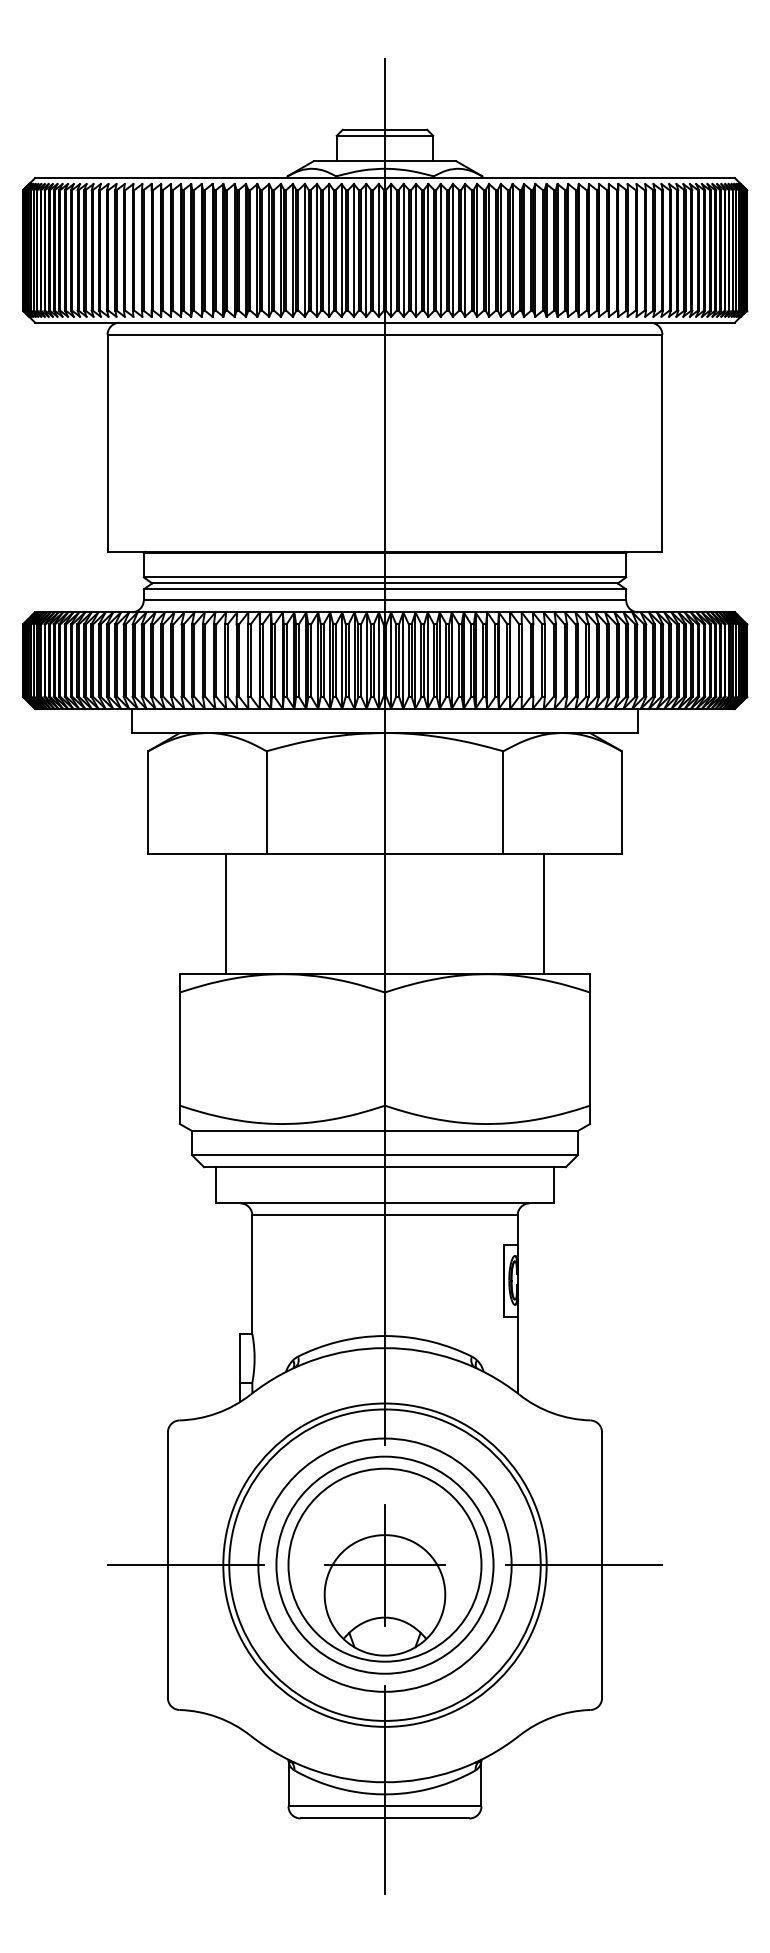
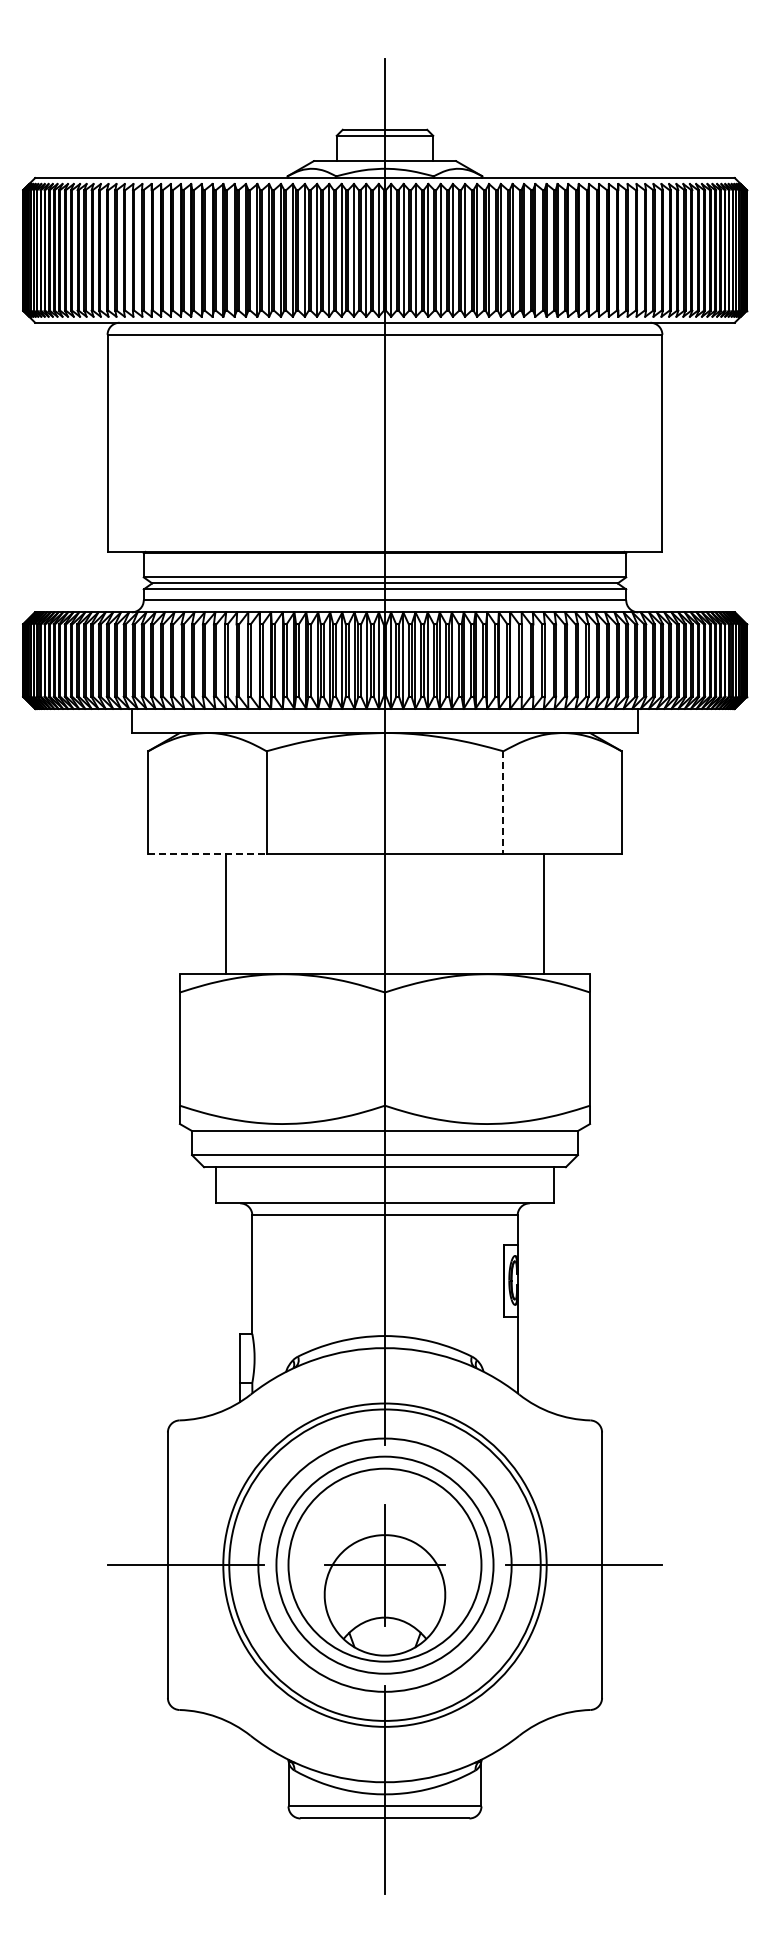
line at (503, 802): solid -> dashed
line at (207, 853): solid -> dashed
